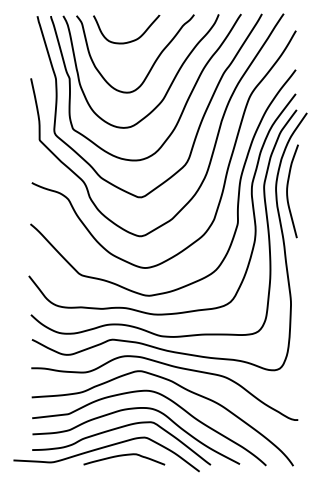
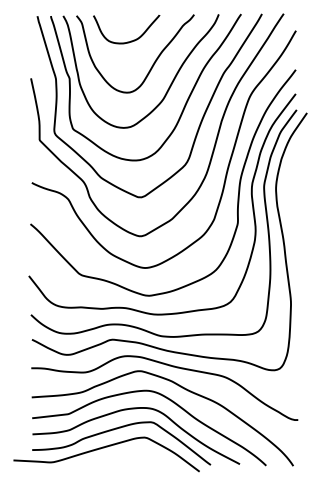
curve at (287, 191): present -> none
curve at (123, 456): present -> none
